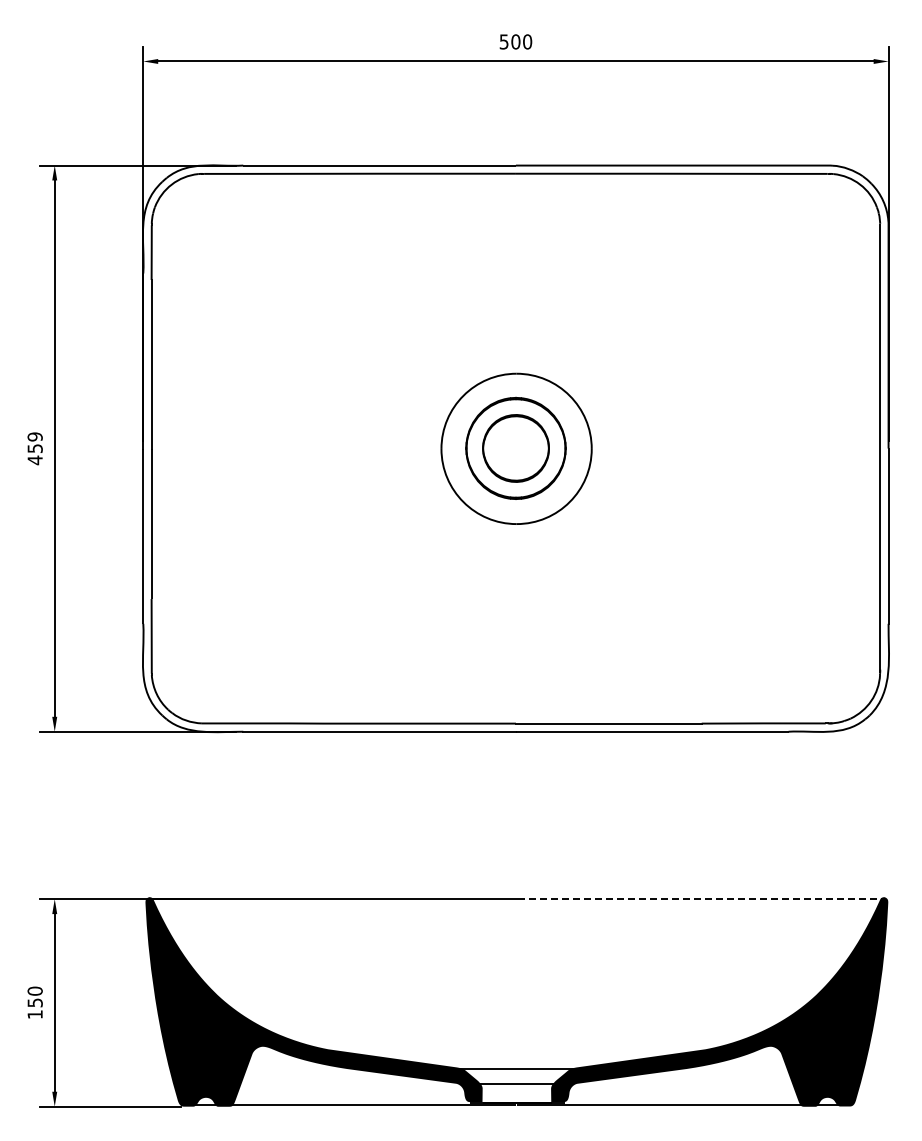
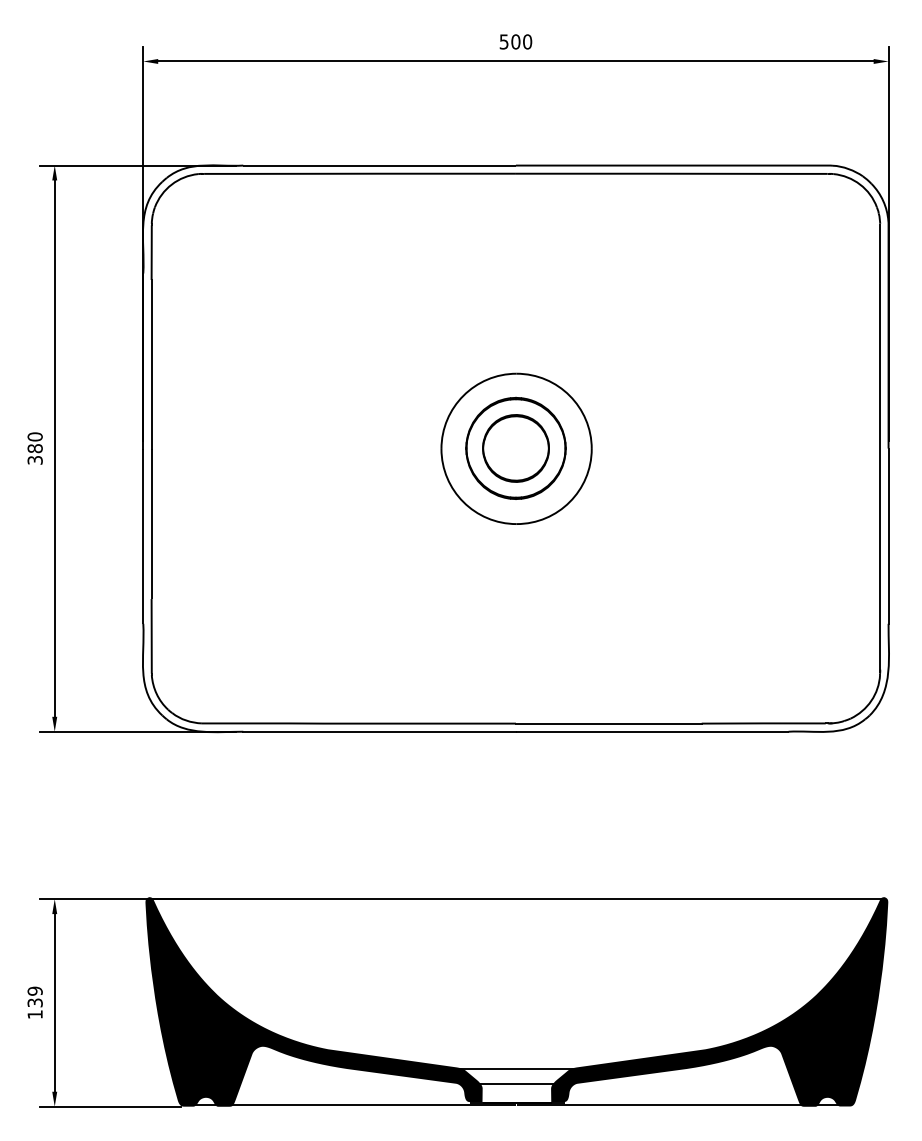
text at (34, 448): 459 -> 380
line at (702, 899): dashed -> solid
text at (34, 996): 150 -> 139
